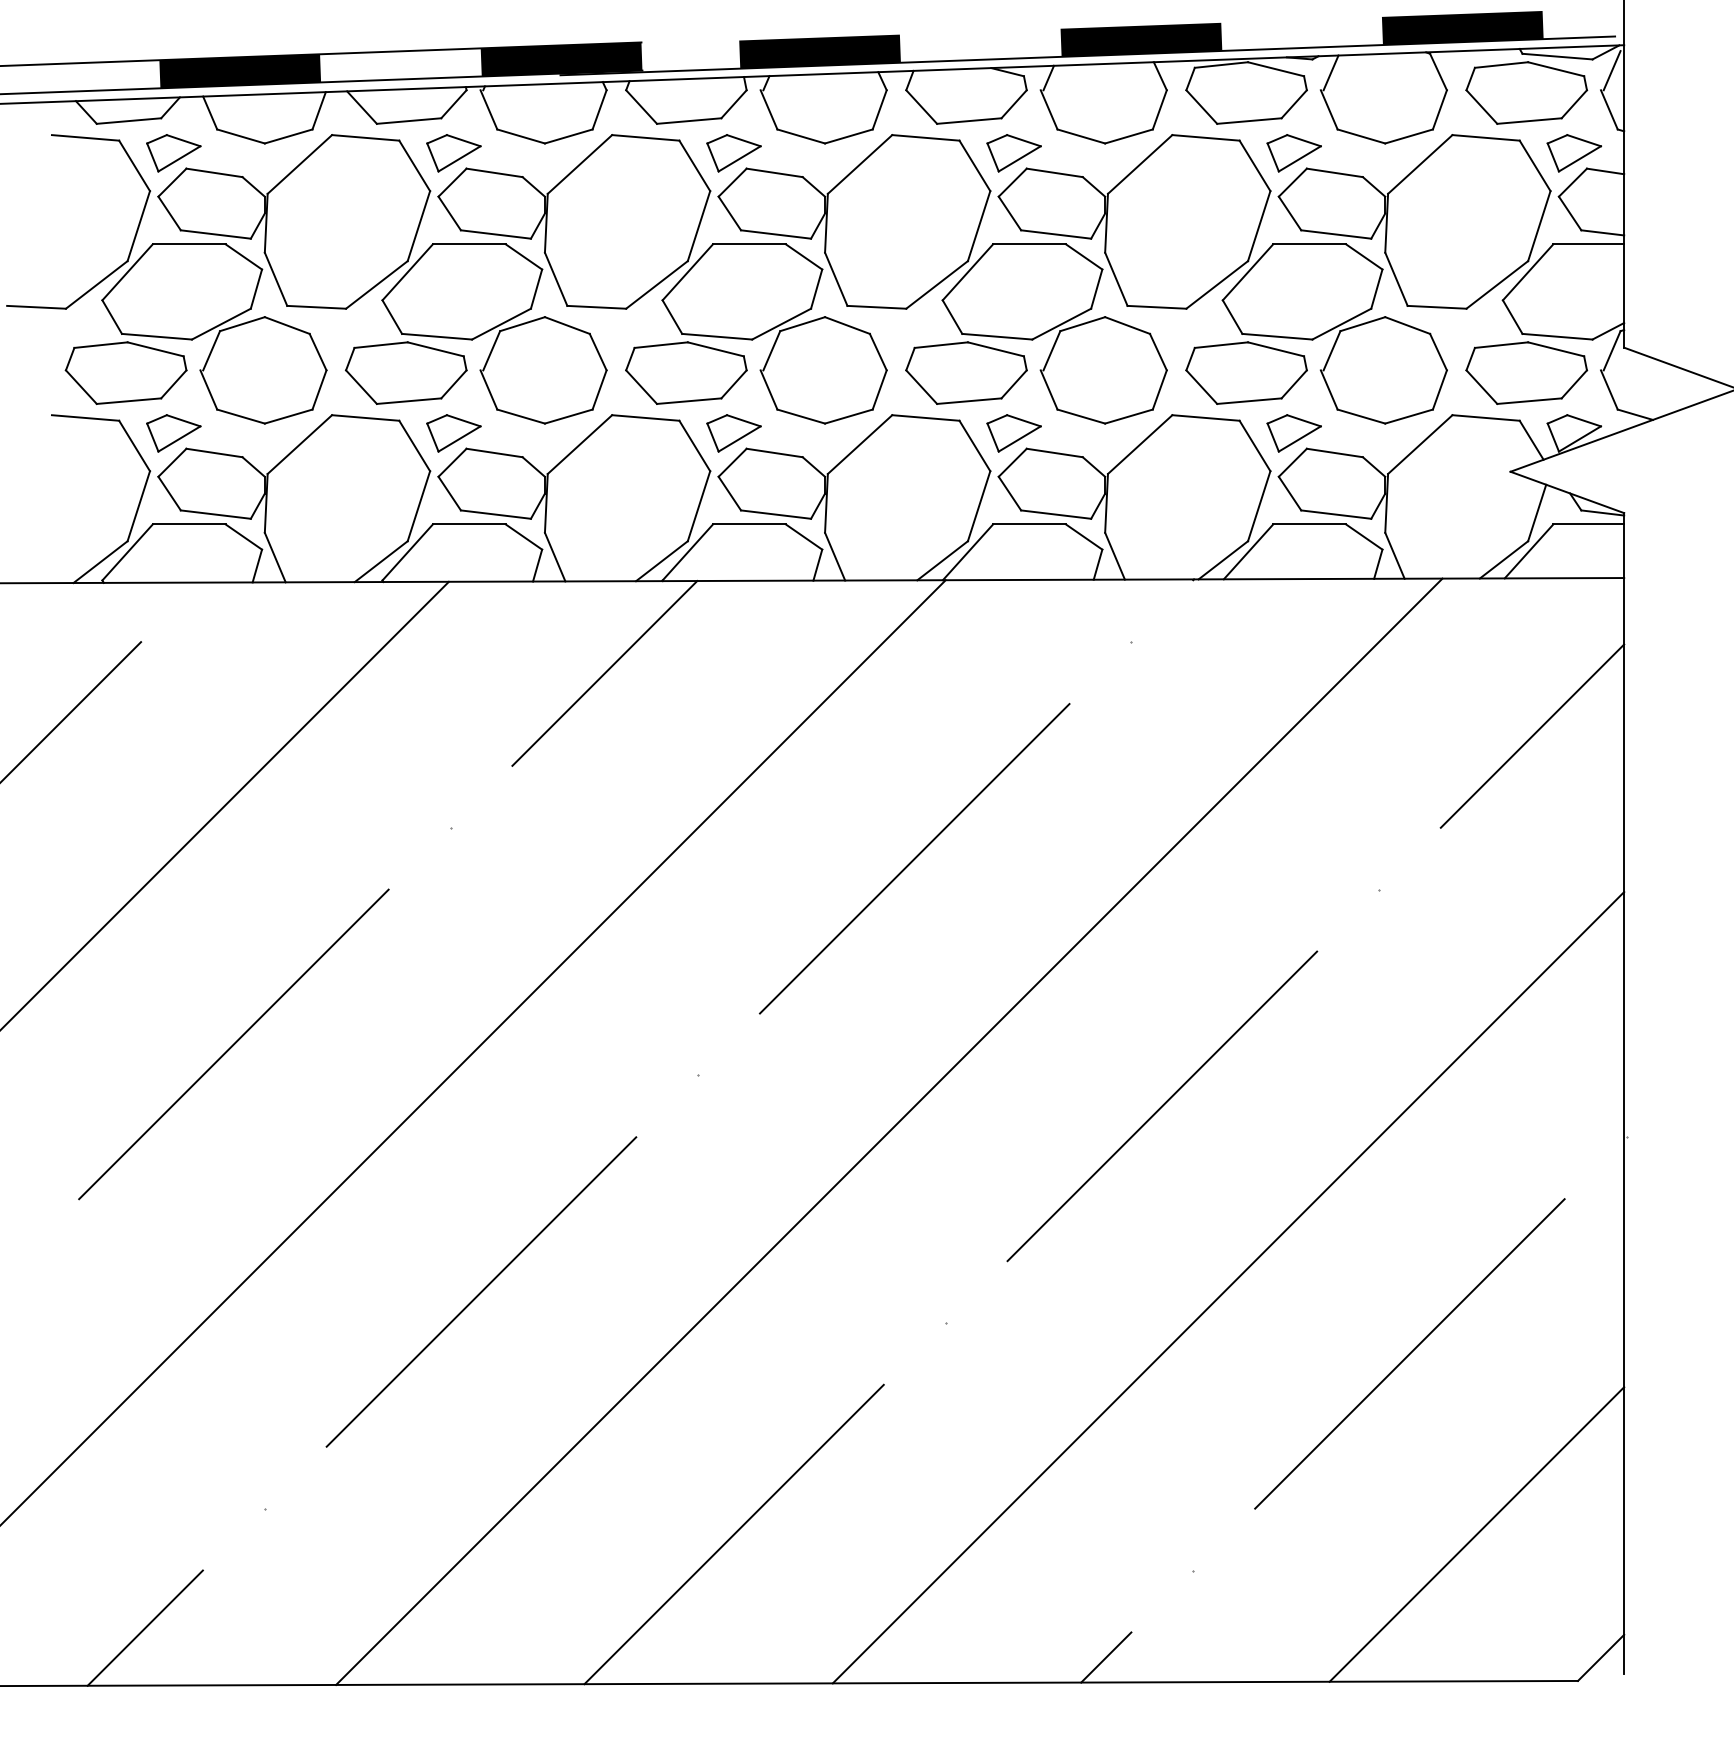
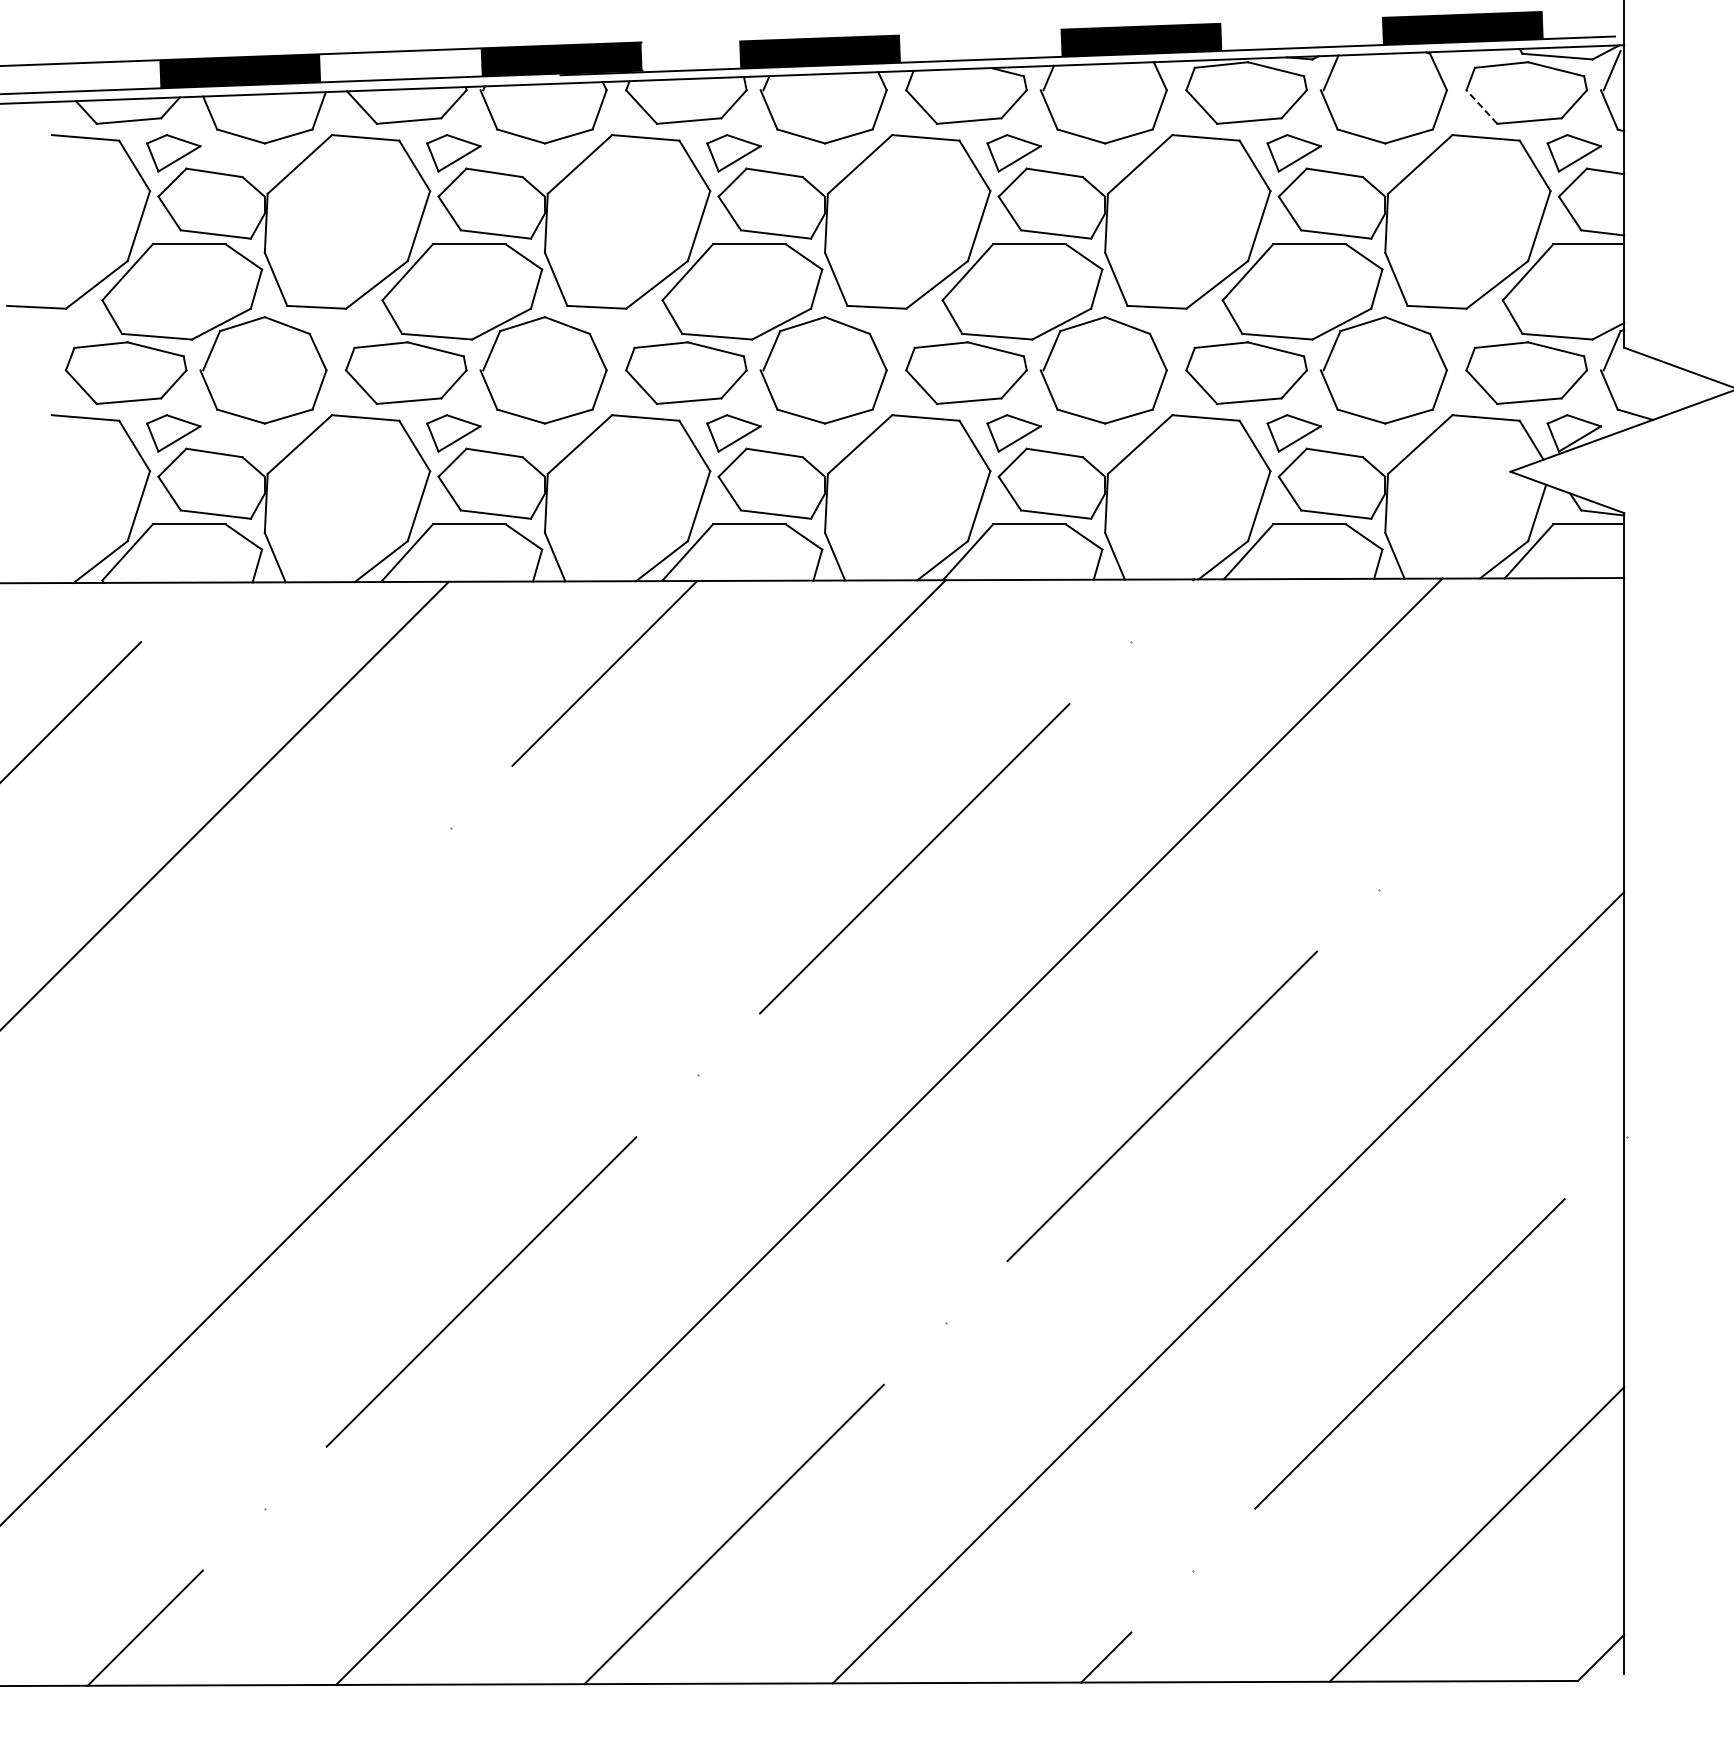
line at (1481, 107): solid -> dashed
line at (1532, 735): present -> none
line at (233, 1044): present -> none
